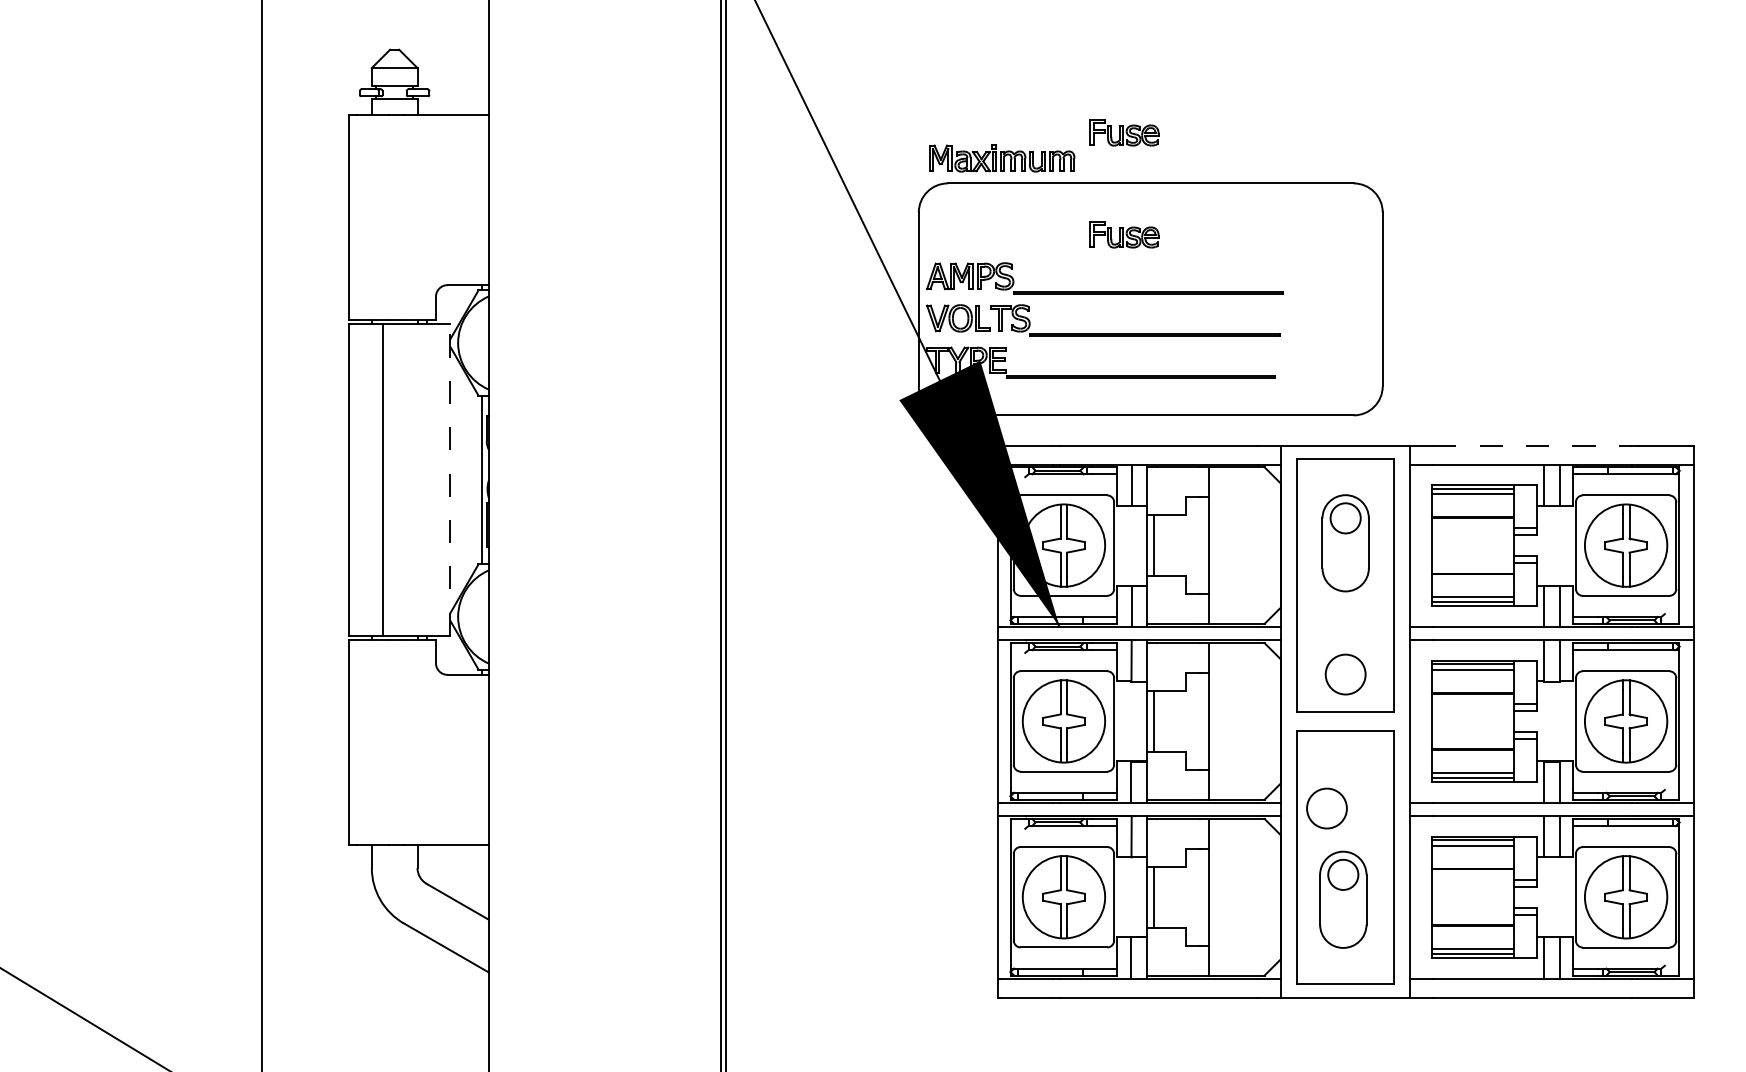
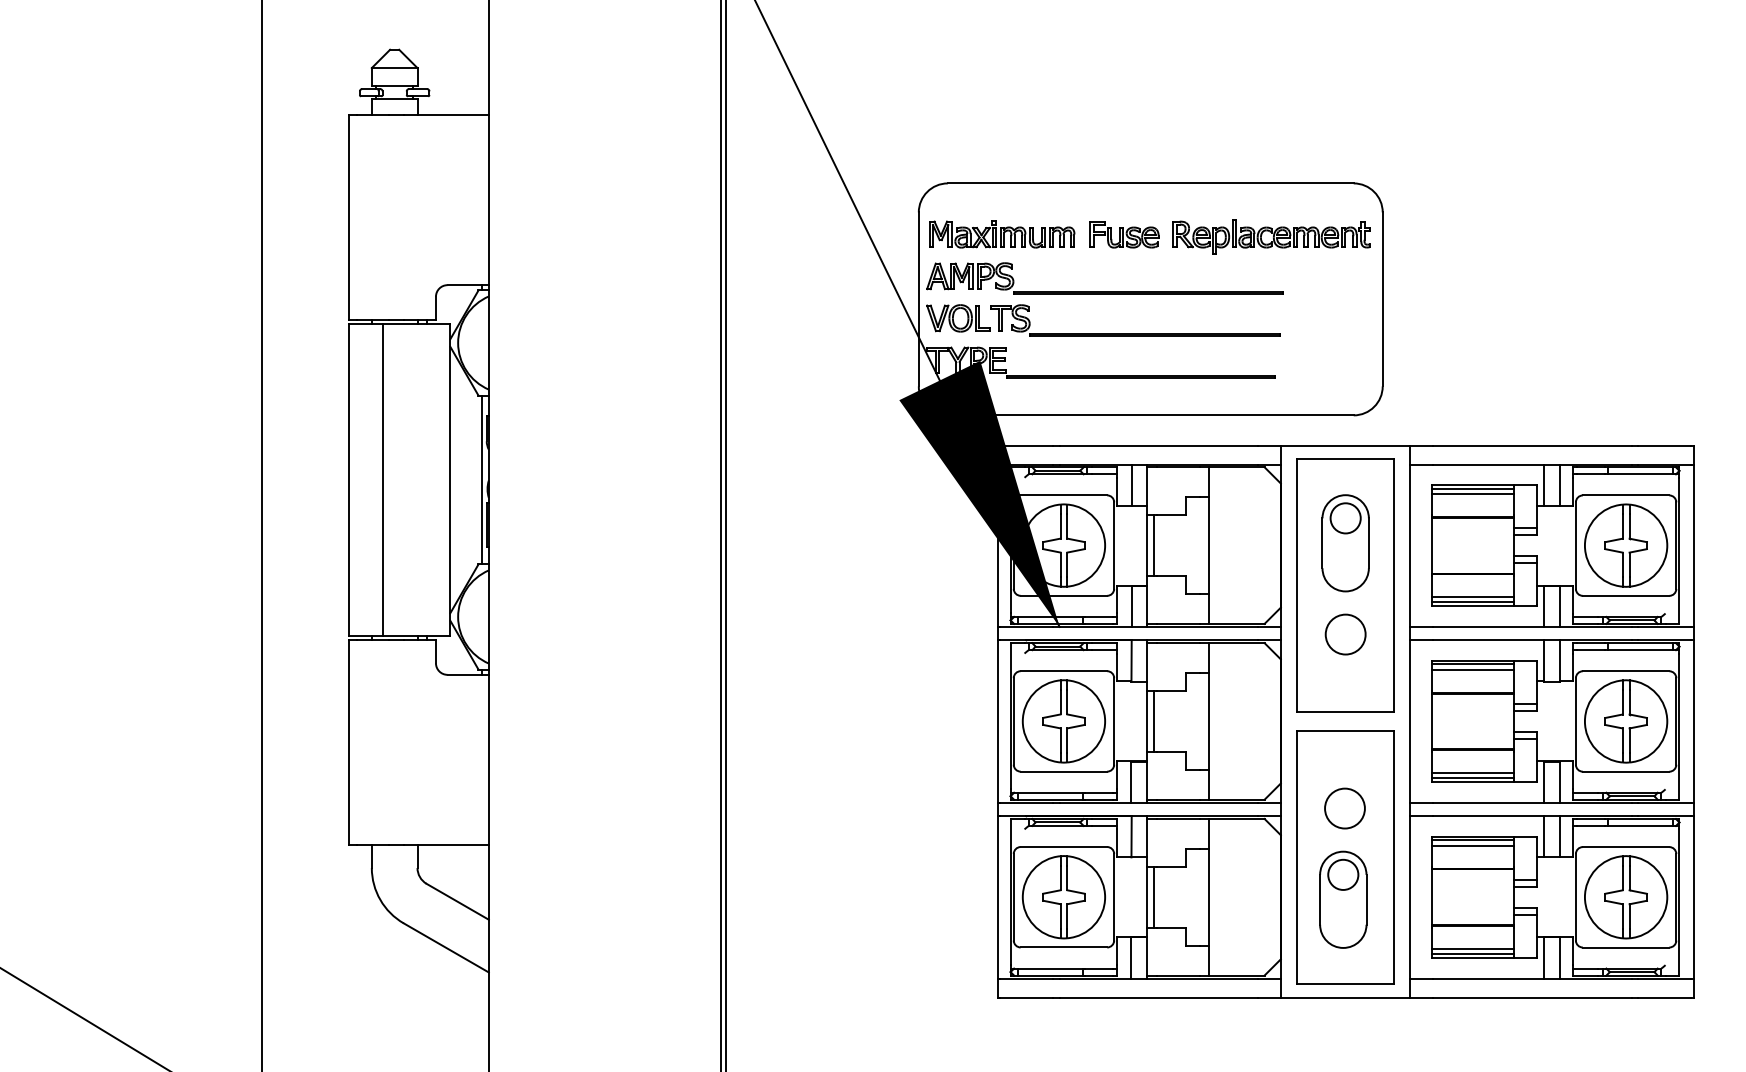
part at (1124, 132): present -> none
part at (1002, 158) position: (1002, 158) -> (1002, 234)
part at (1271, 236): none -> present
line at (1533, 445): dashed -> solid
line at (450, 480): dashed -> solid
circle at (1345, 674) position: (1345, 674) -> (1345, 634)
circle at (1326, 808) position: (1326, 808) -> (1344, 808)
